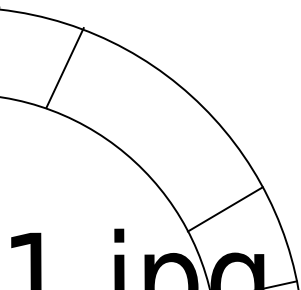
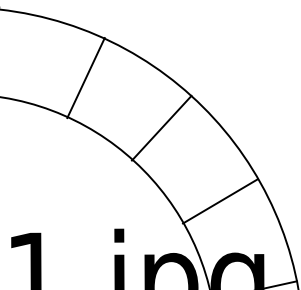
line at (64, 68) position: (64, 68) -> (85, 78)
line at (161, 127): none -> present
line at (224, 209) position: (224, 209) -> (219, 201)
